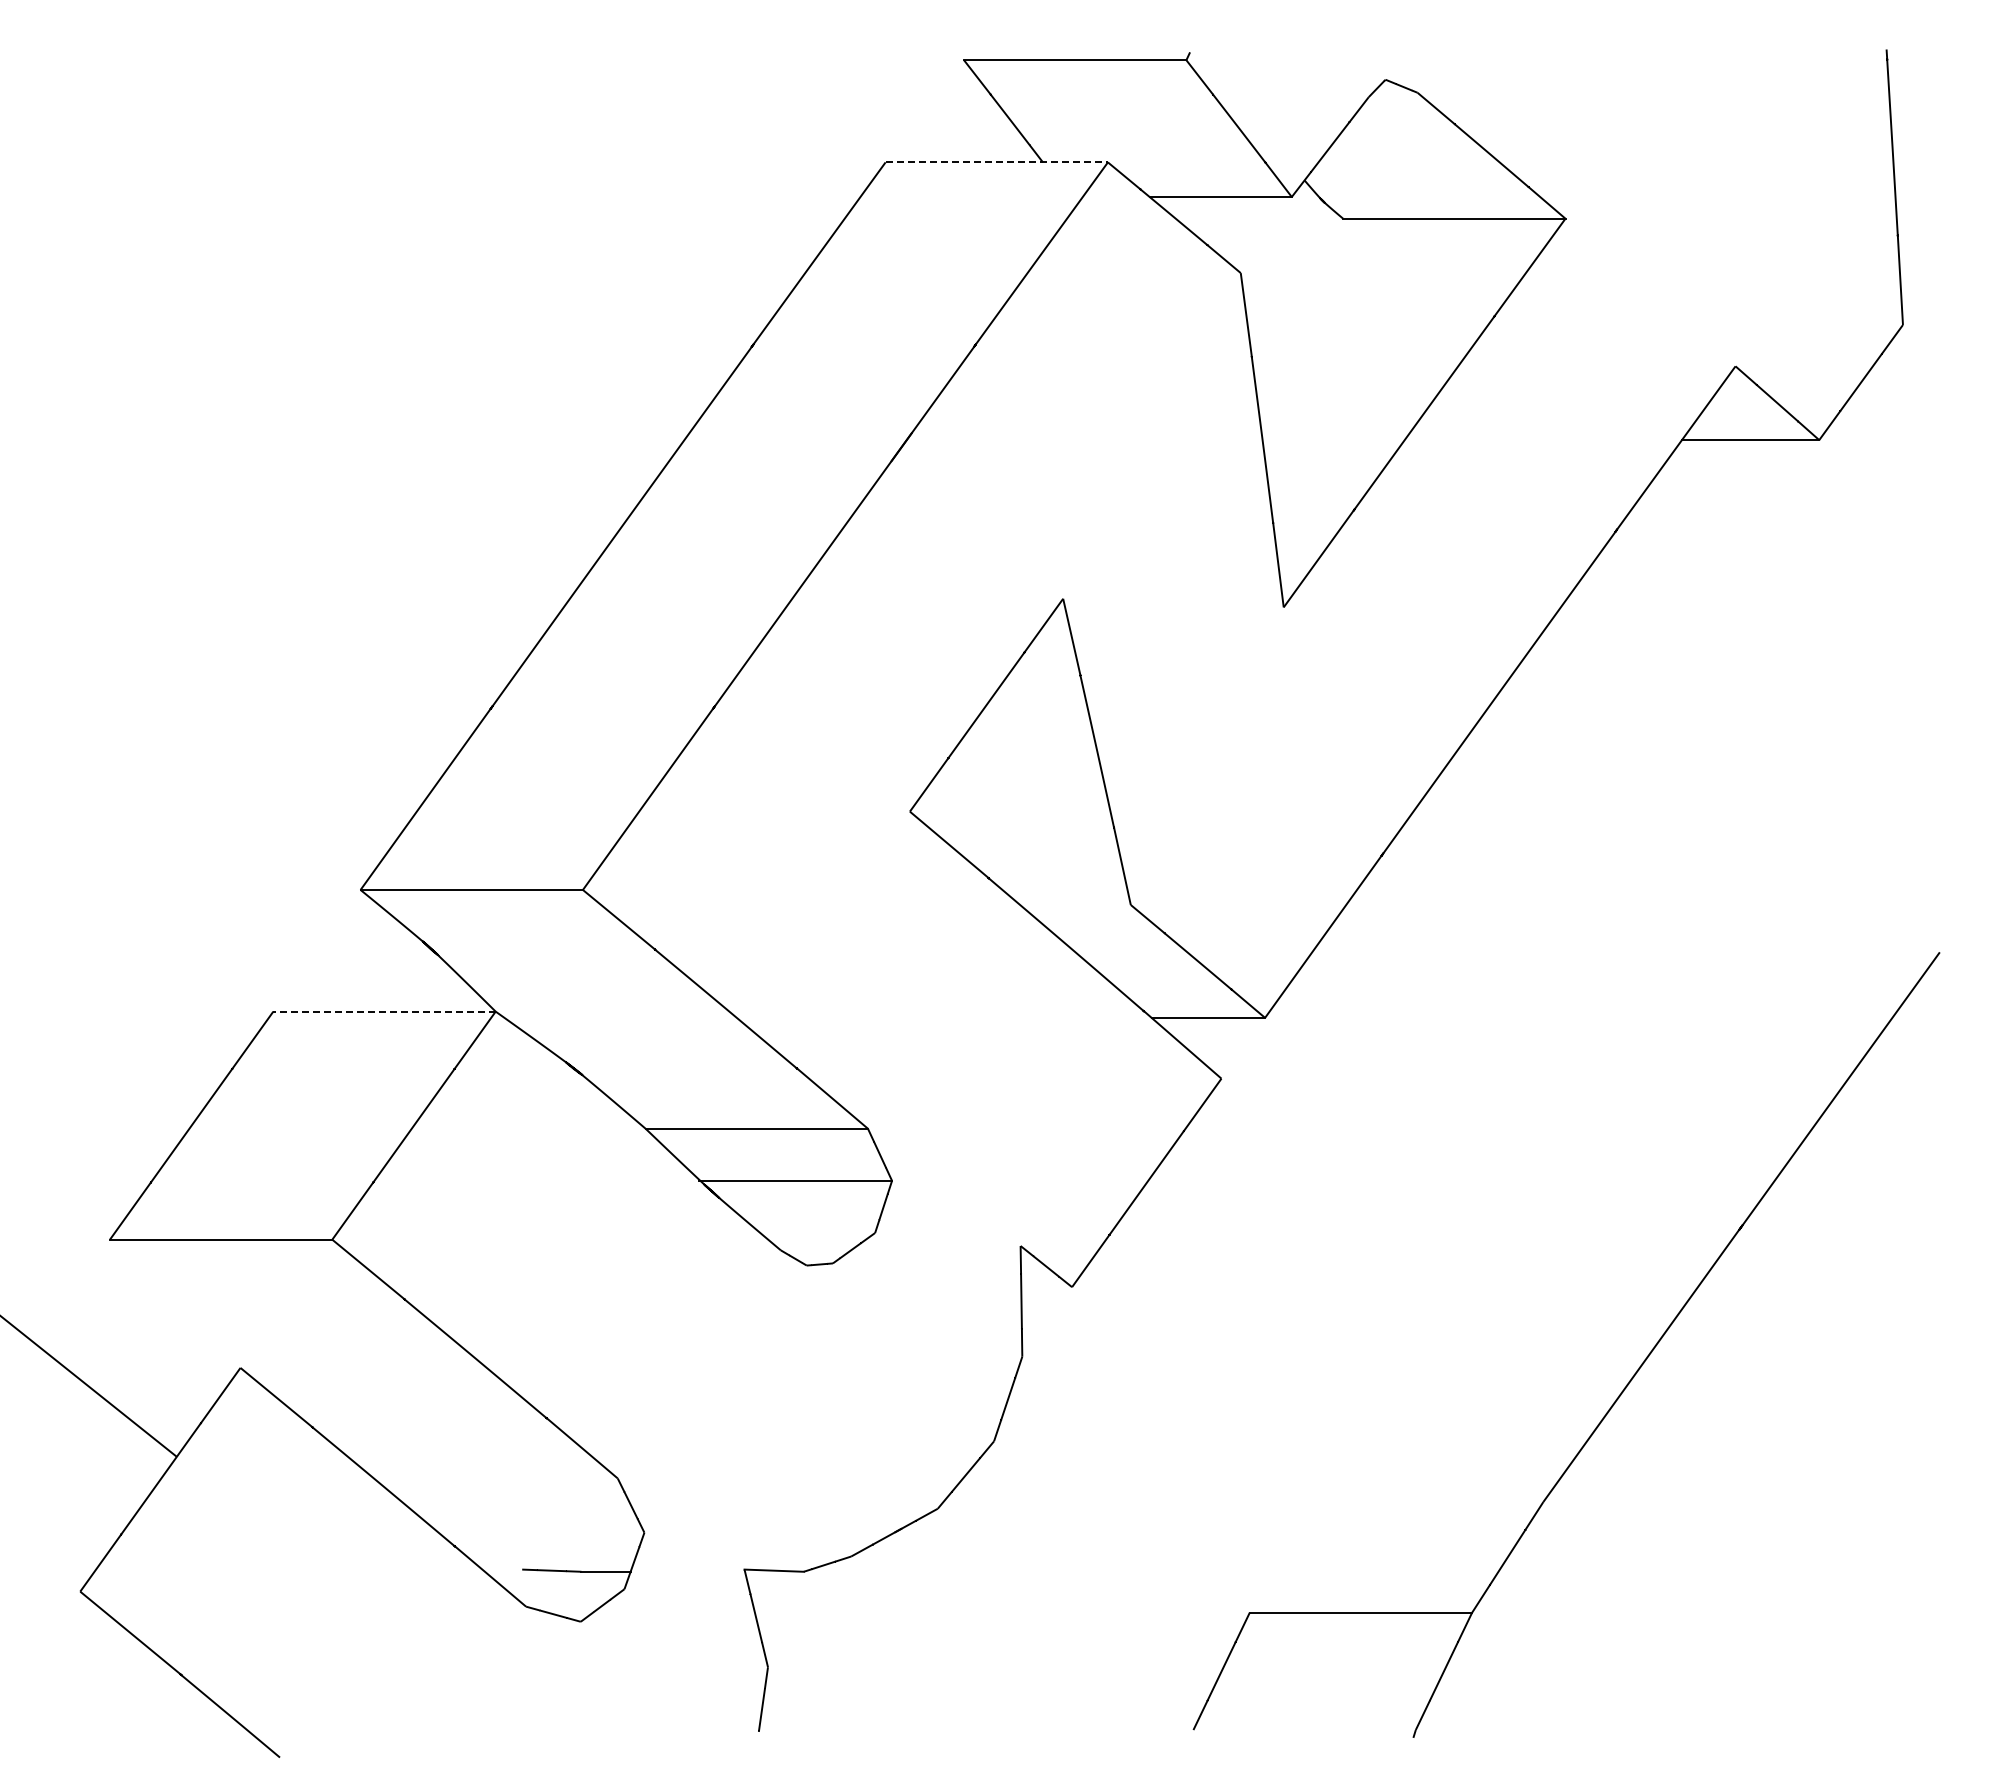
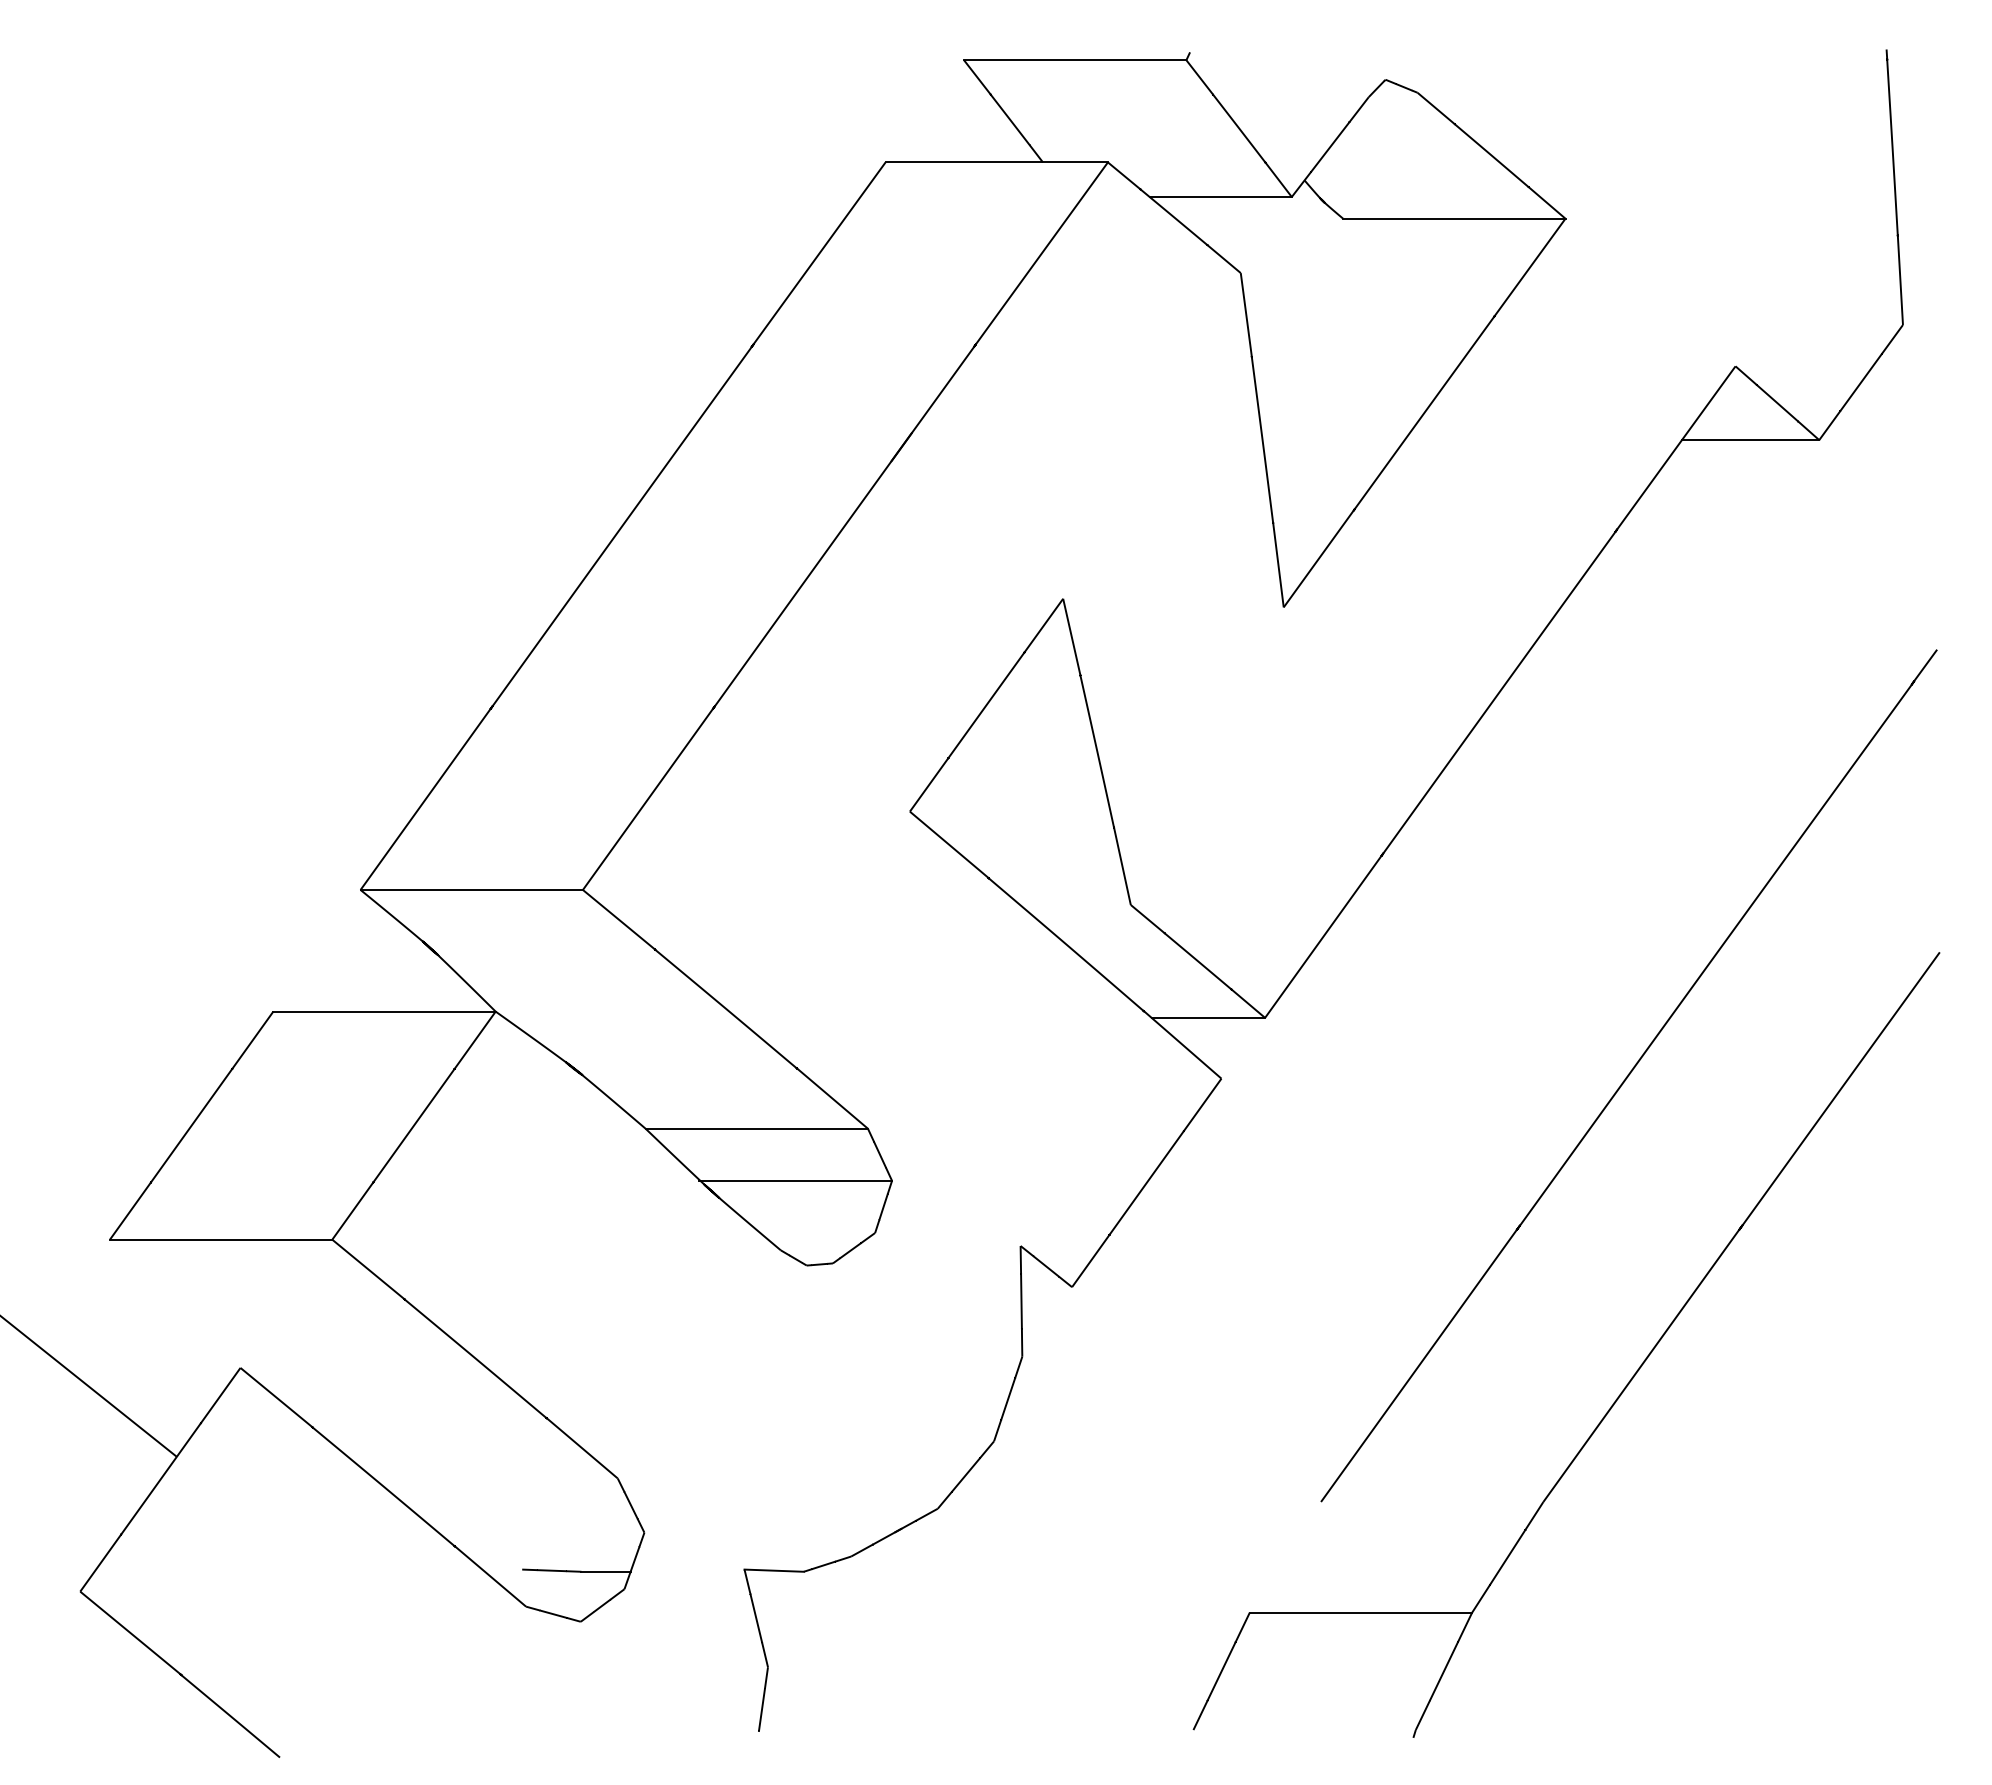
line at (997, 162): dashed -> solid
line at (384, 1011): dashed -> solid
line at (1628, 1075): none -> present
